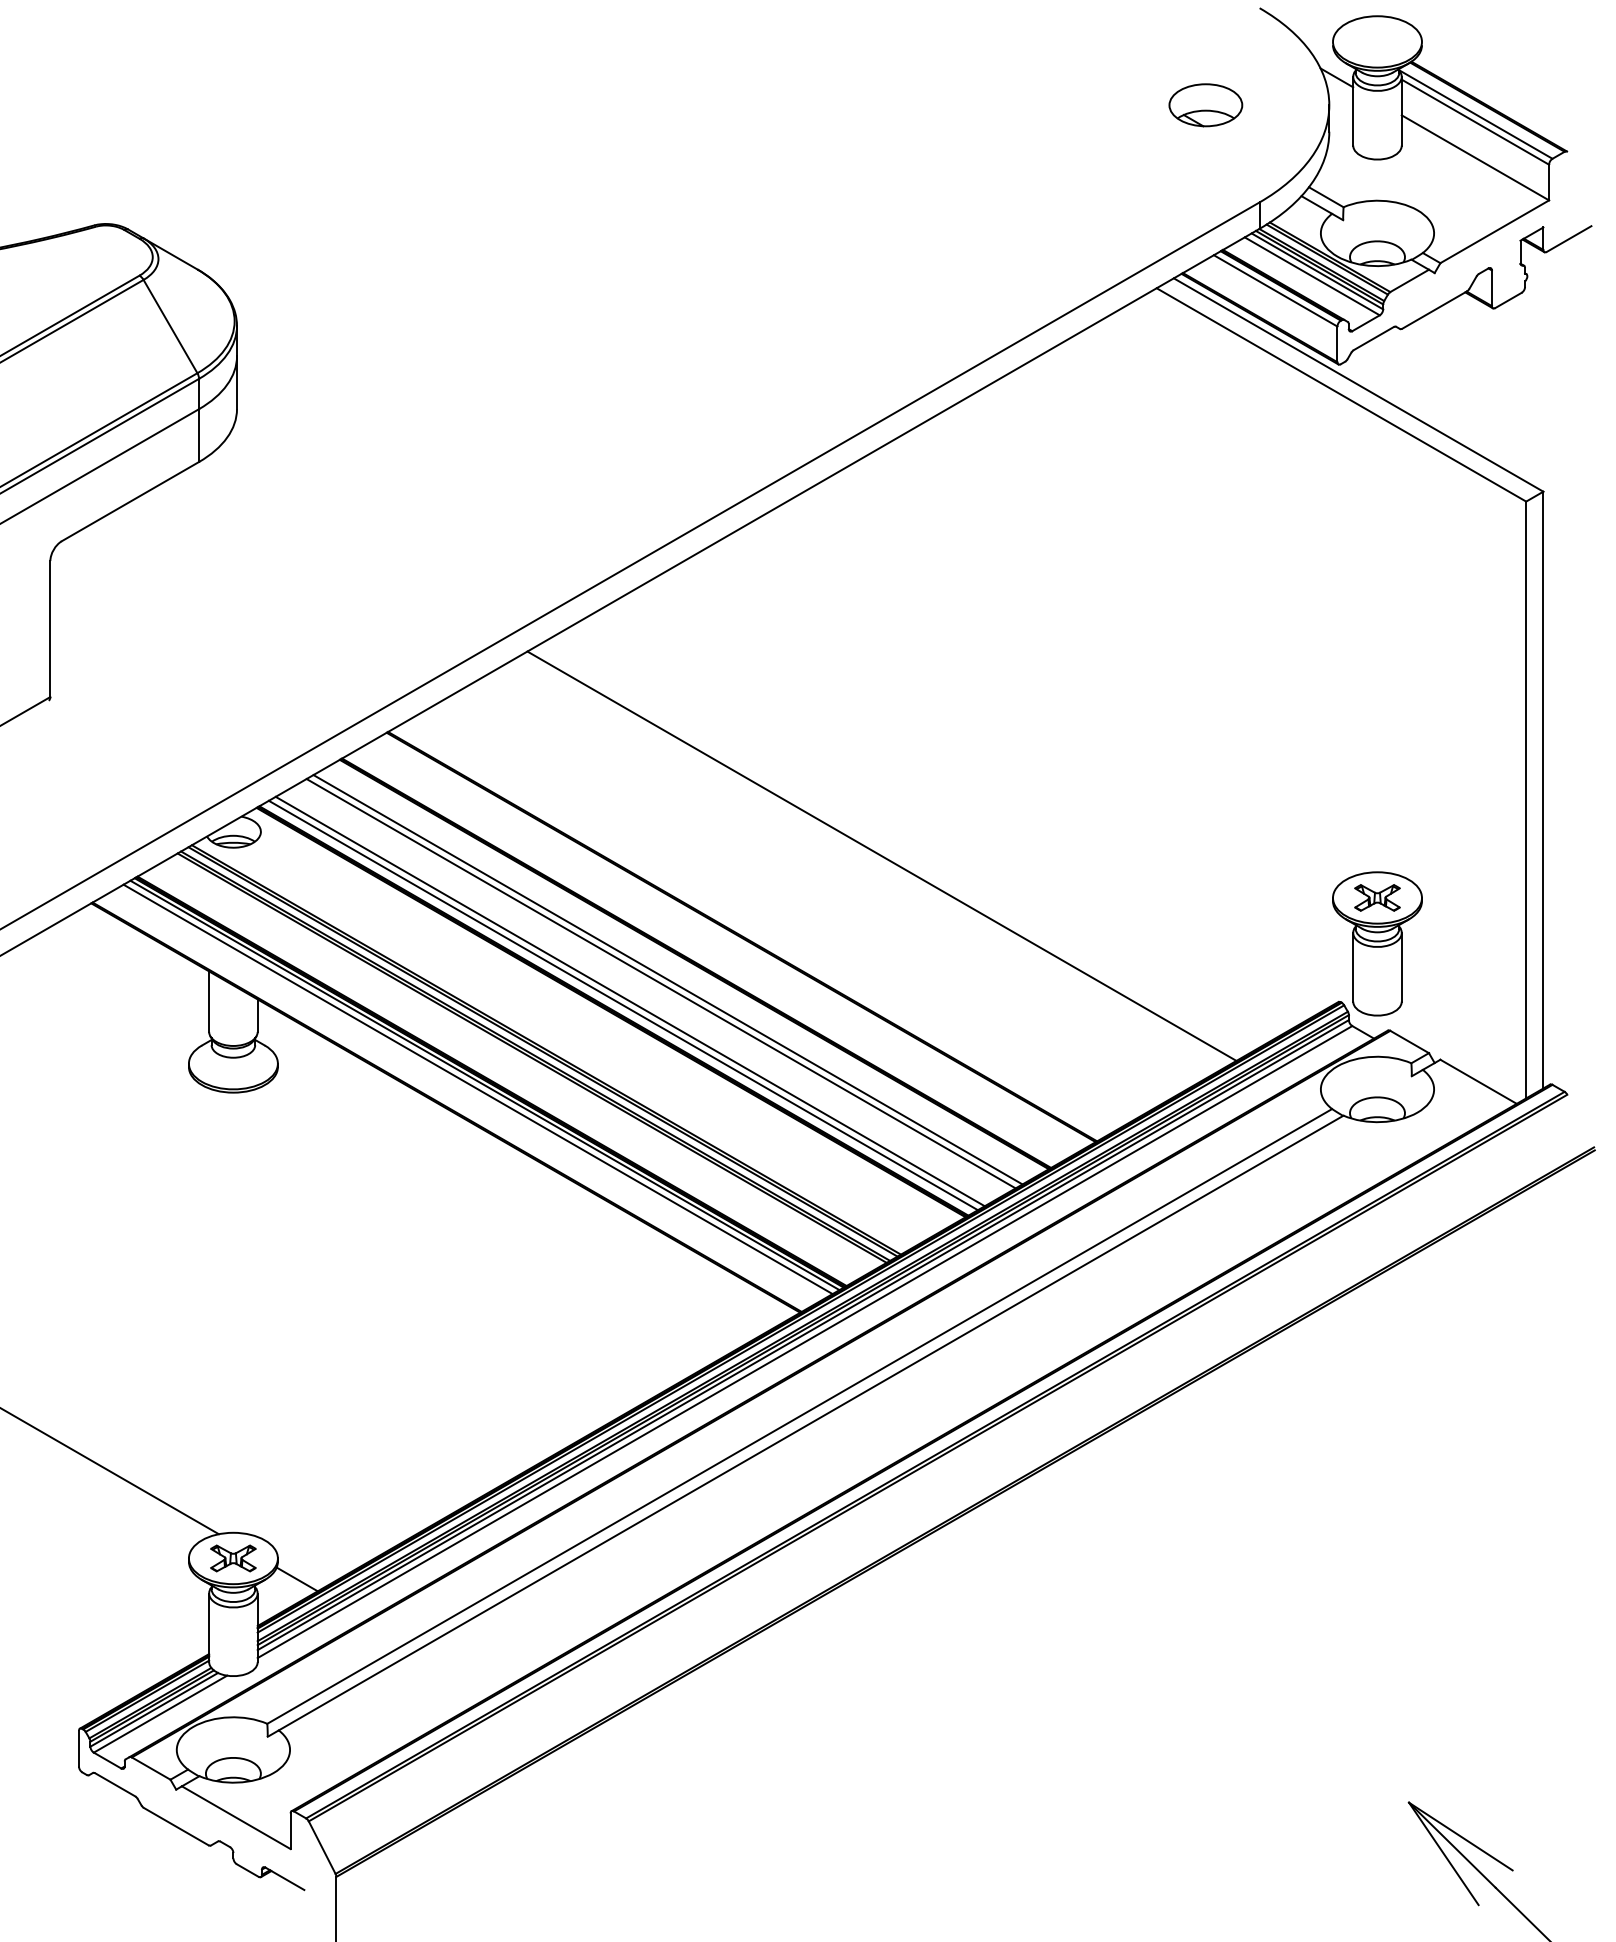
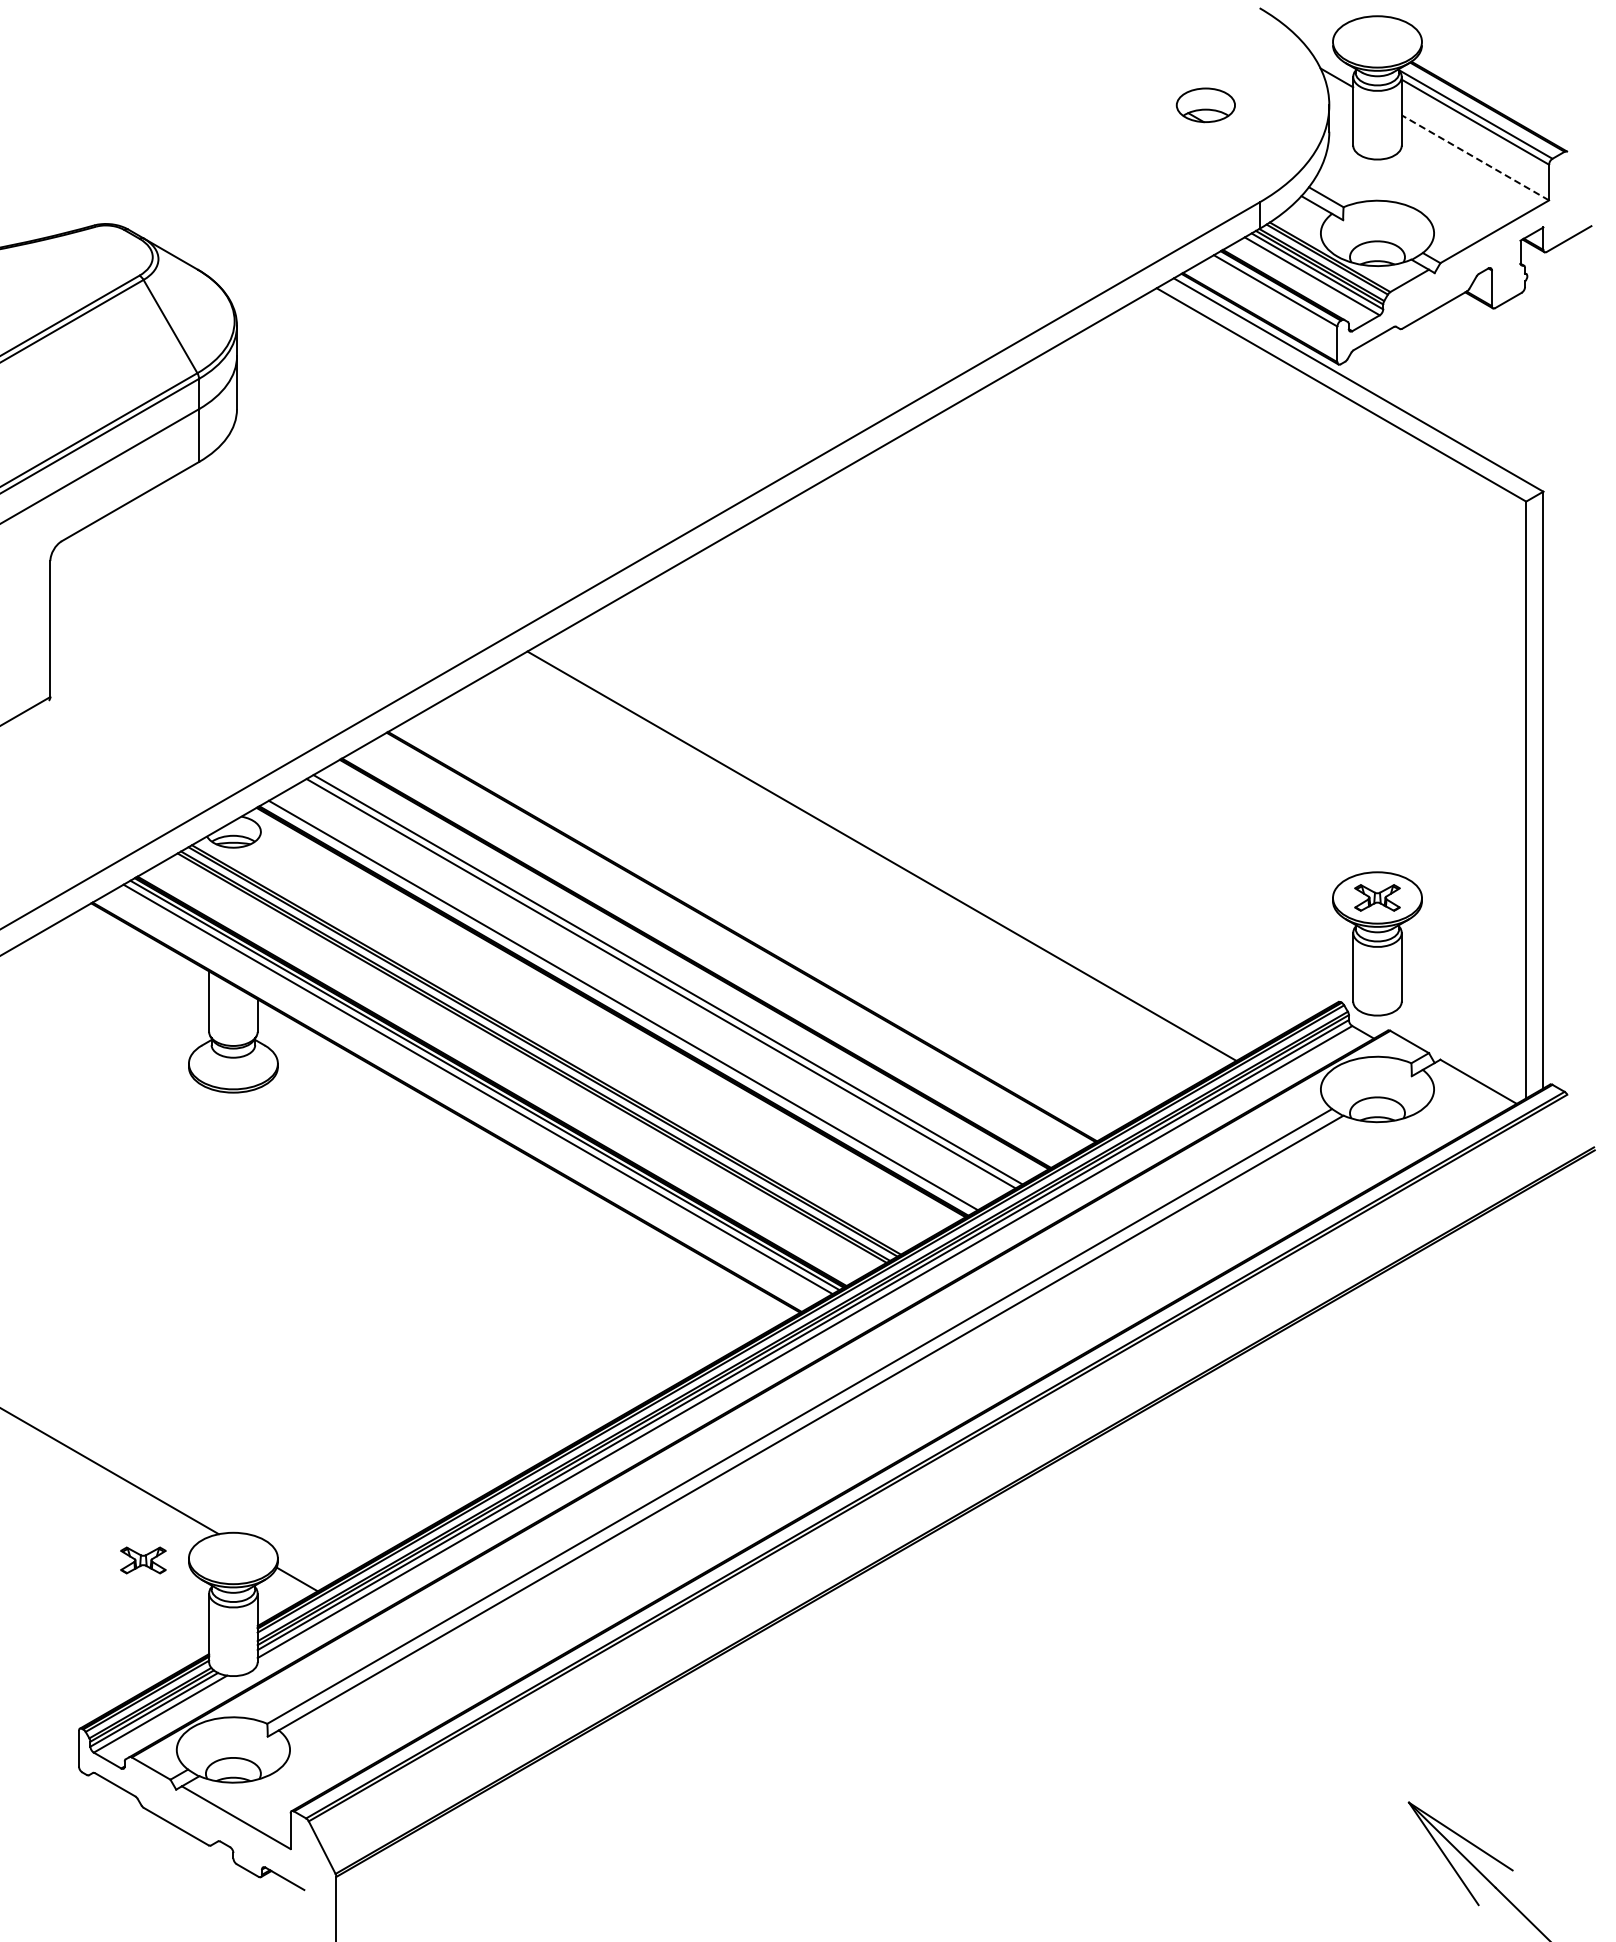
part at (1205, 105) size: 76x45 px -> 61x37 px
line at (1475, 157): solid -> dashed
line at (629, 1001): present -> none
part at (233, 1558) position: (233, 1558) -> (143, 1560)
